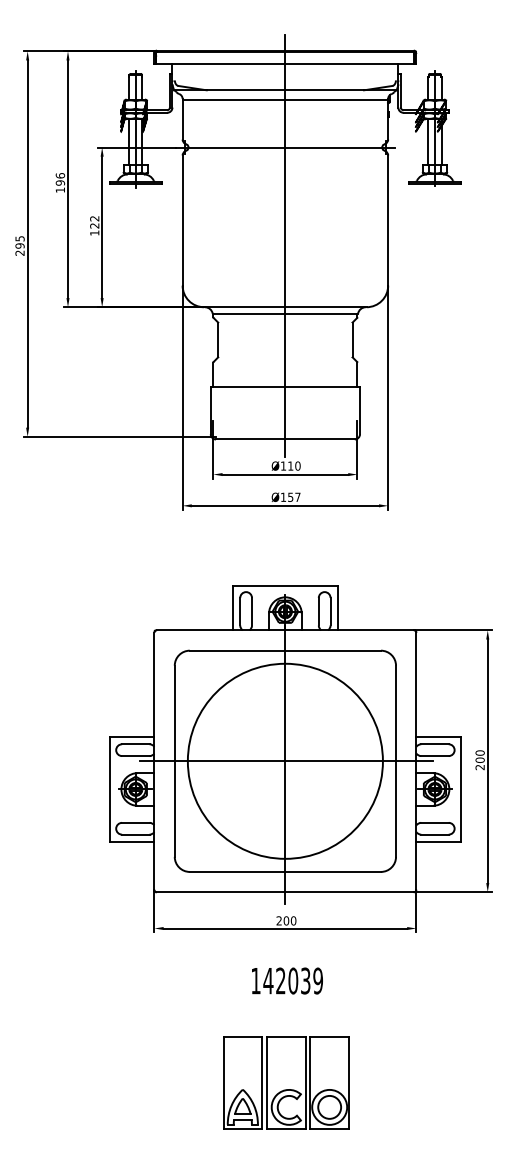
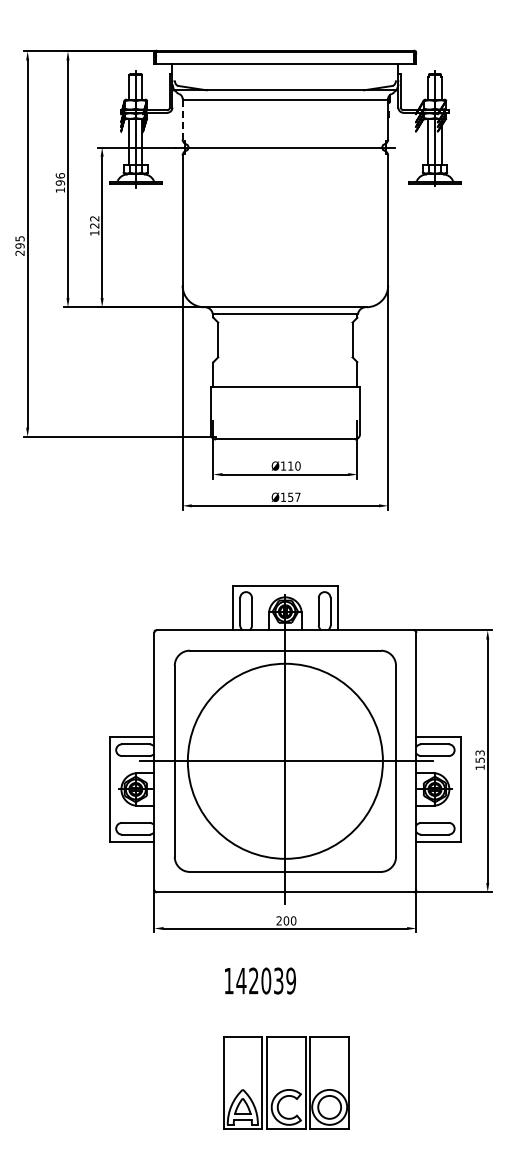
line at (182, 119): solid -> dashed
line at (285, 245): present -> none
text at (479, 760): 200 -> 153
text at (287, 980) position: (287, 980) -> (260, 980)
